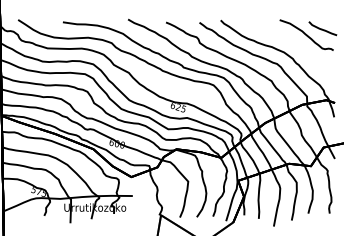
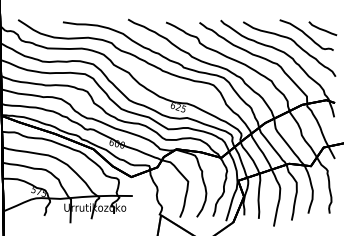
curve at (294, 43): none -> present
